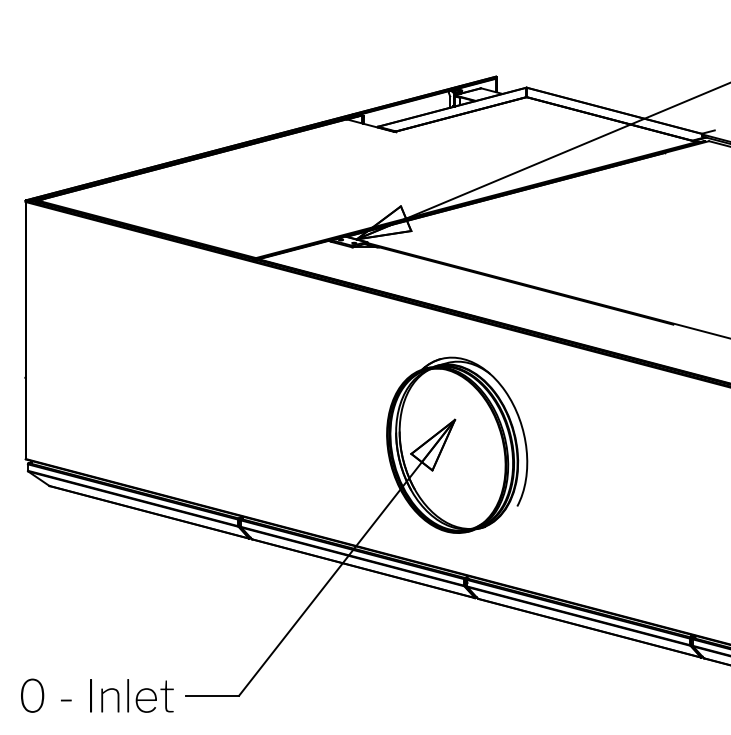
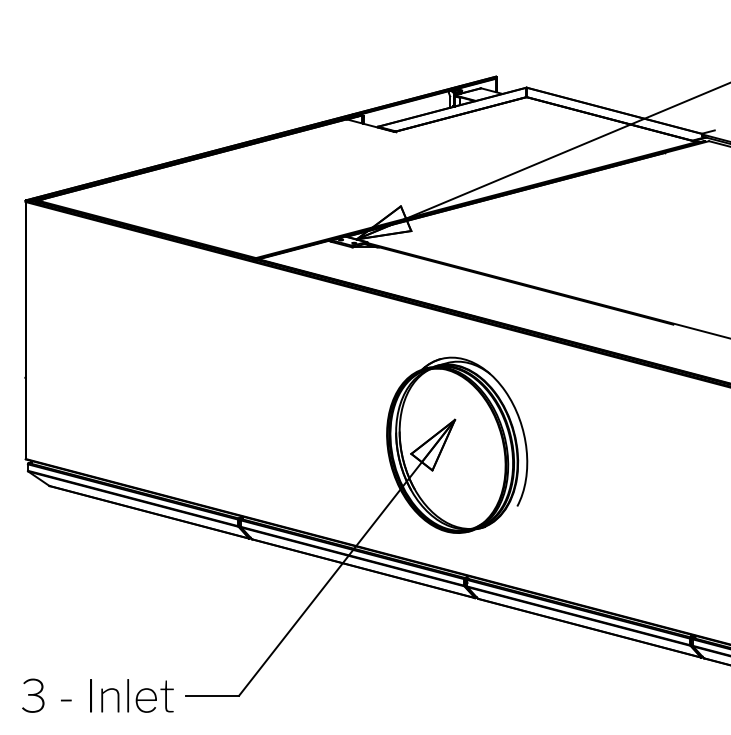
text at (32, 695): 0 -> 3
